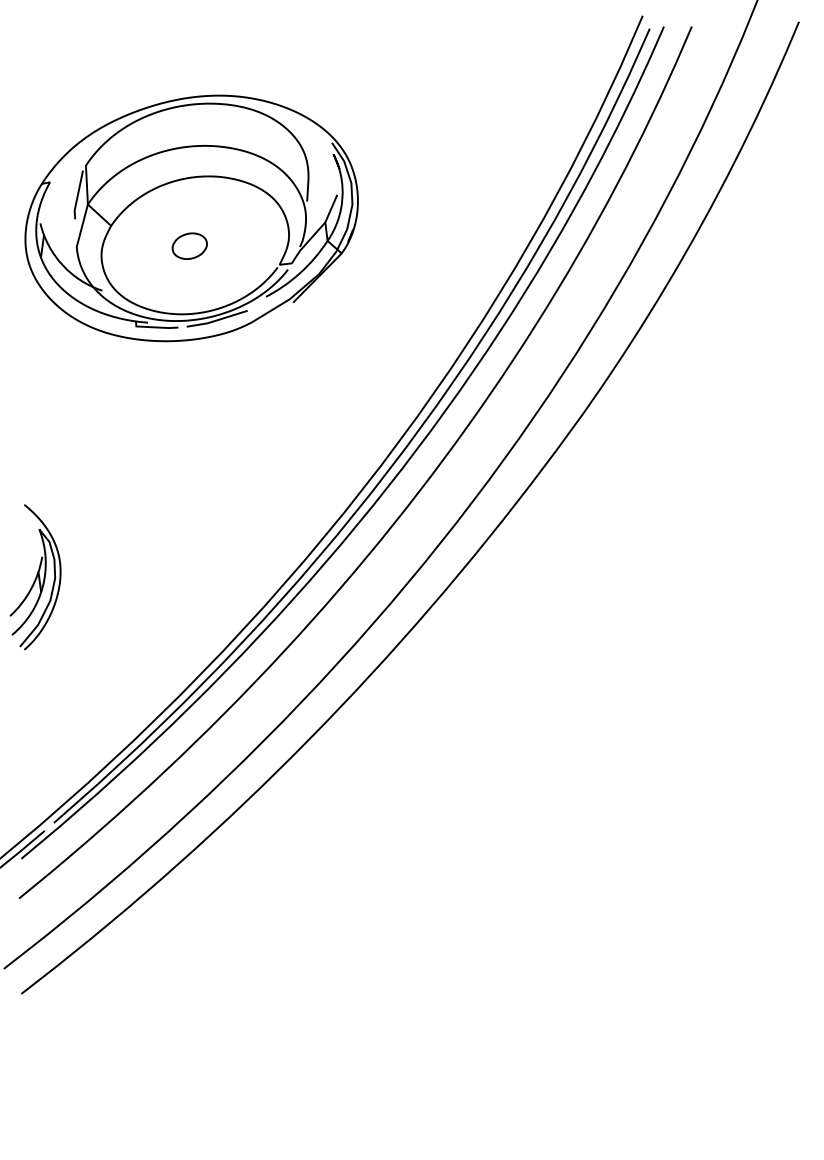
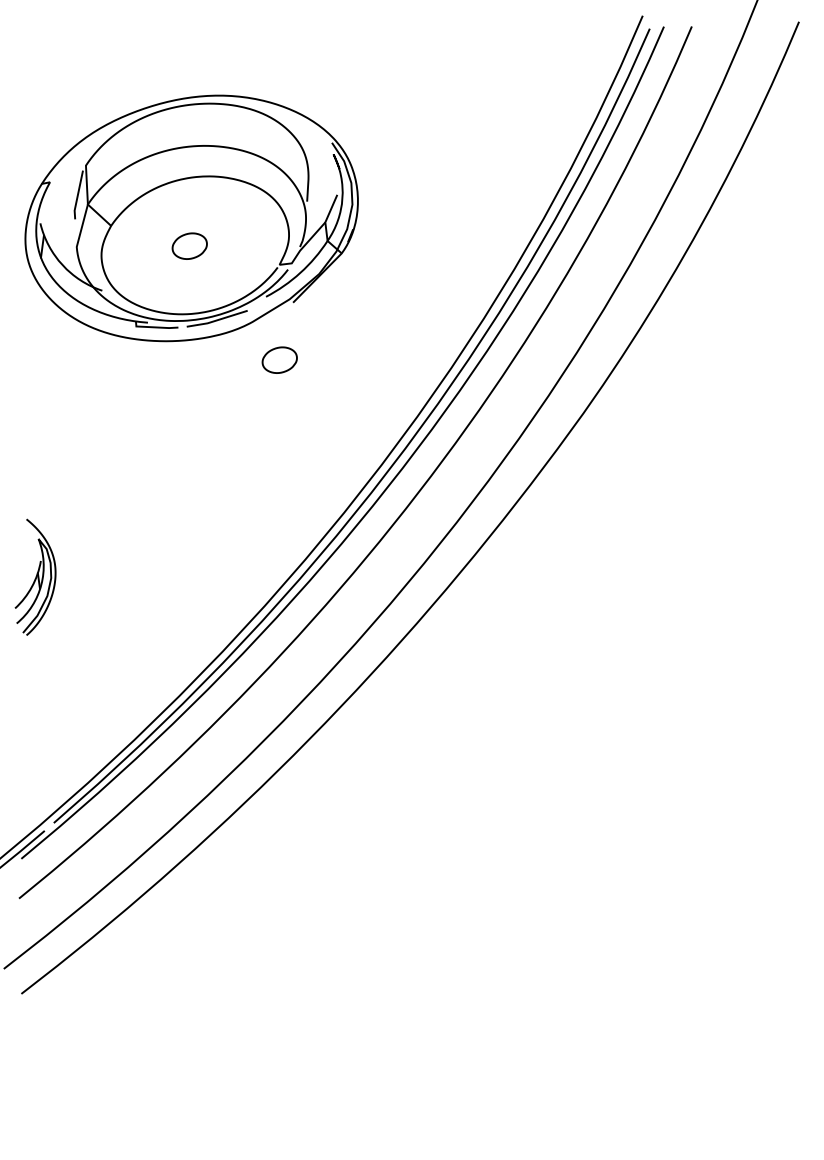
part at (279, 359): none -> present
part at (35, 577) size: 53x147 px -> 43x118 px
